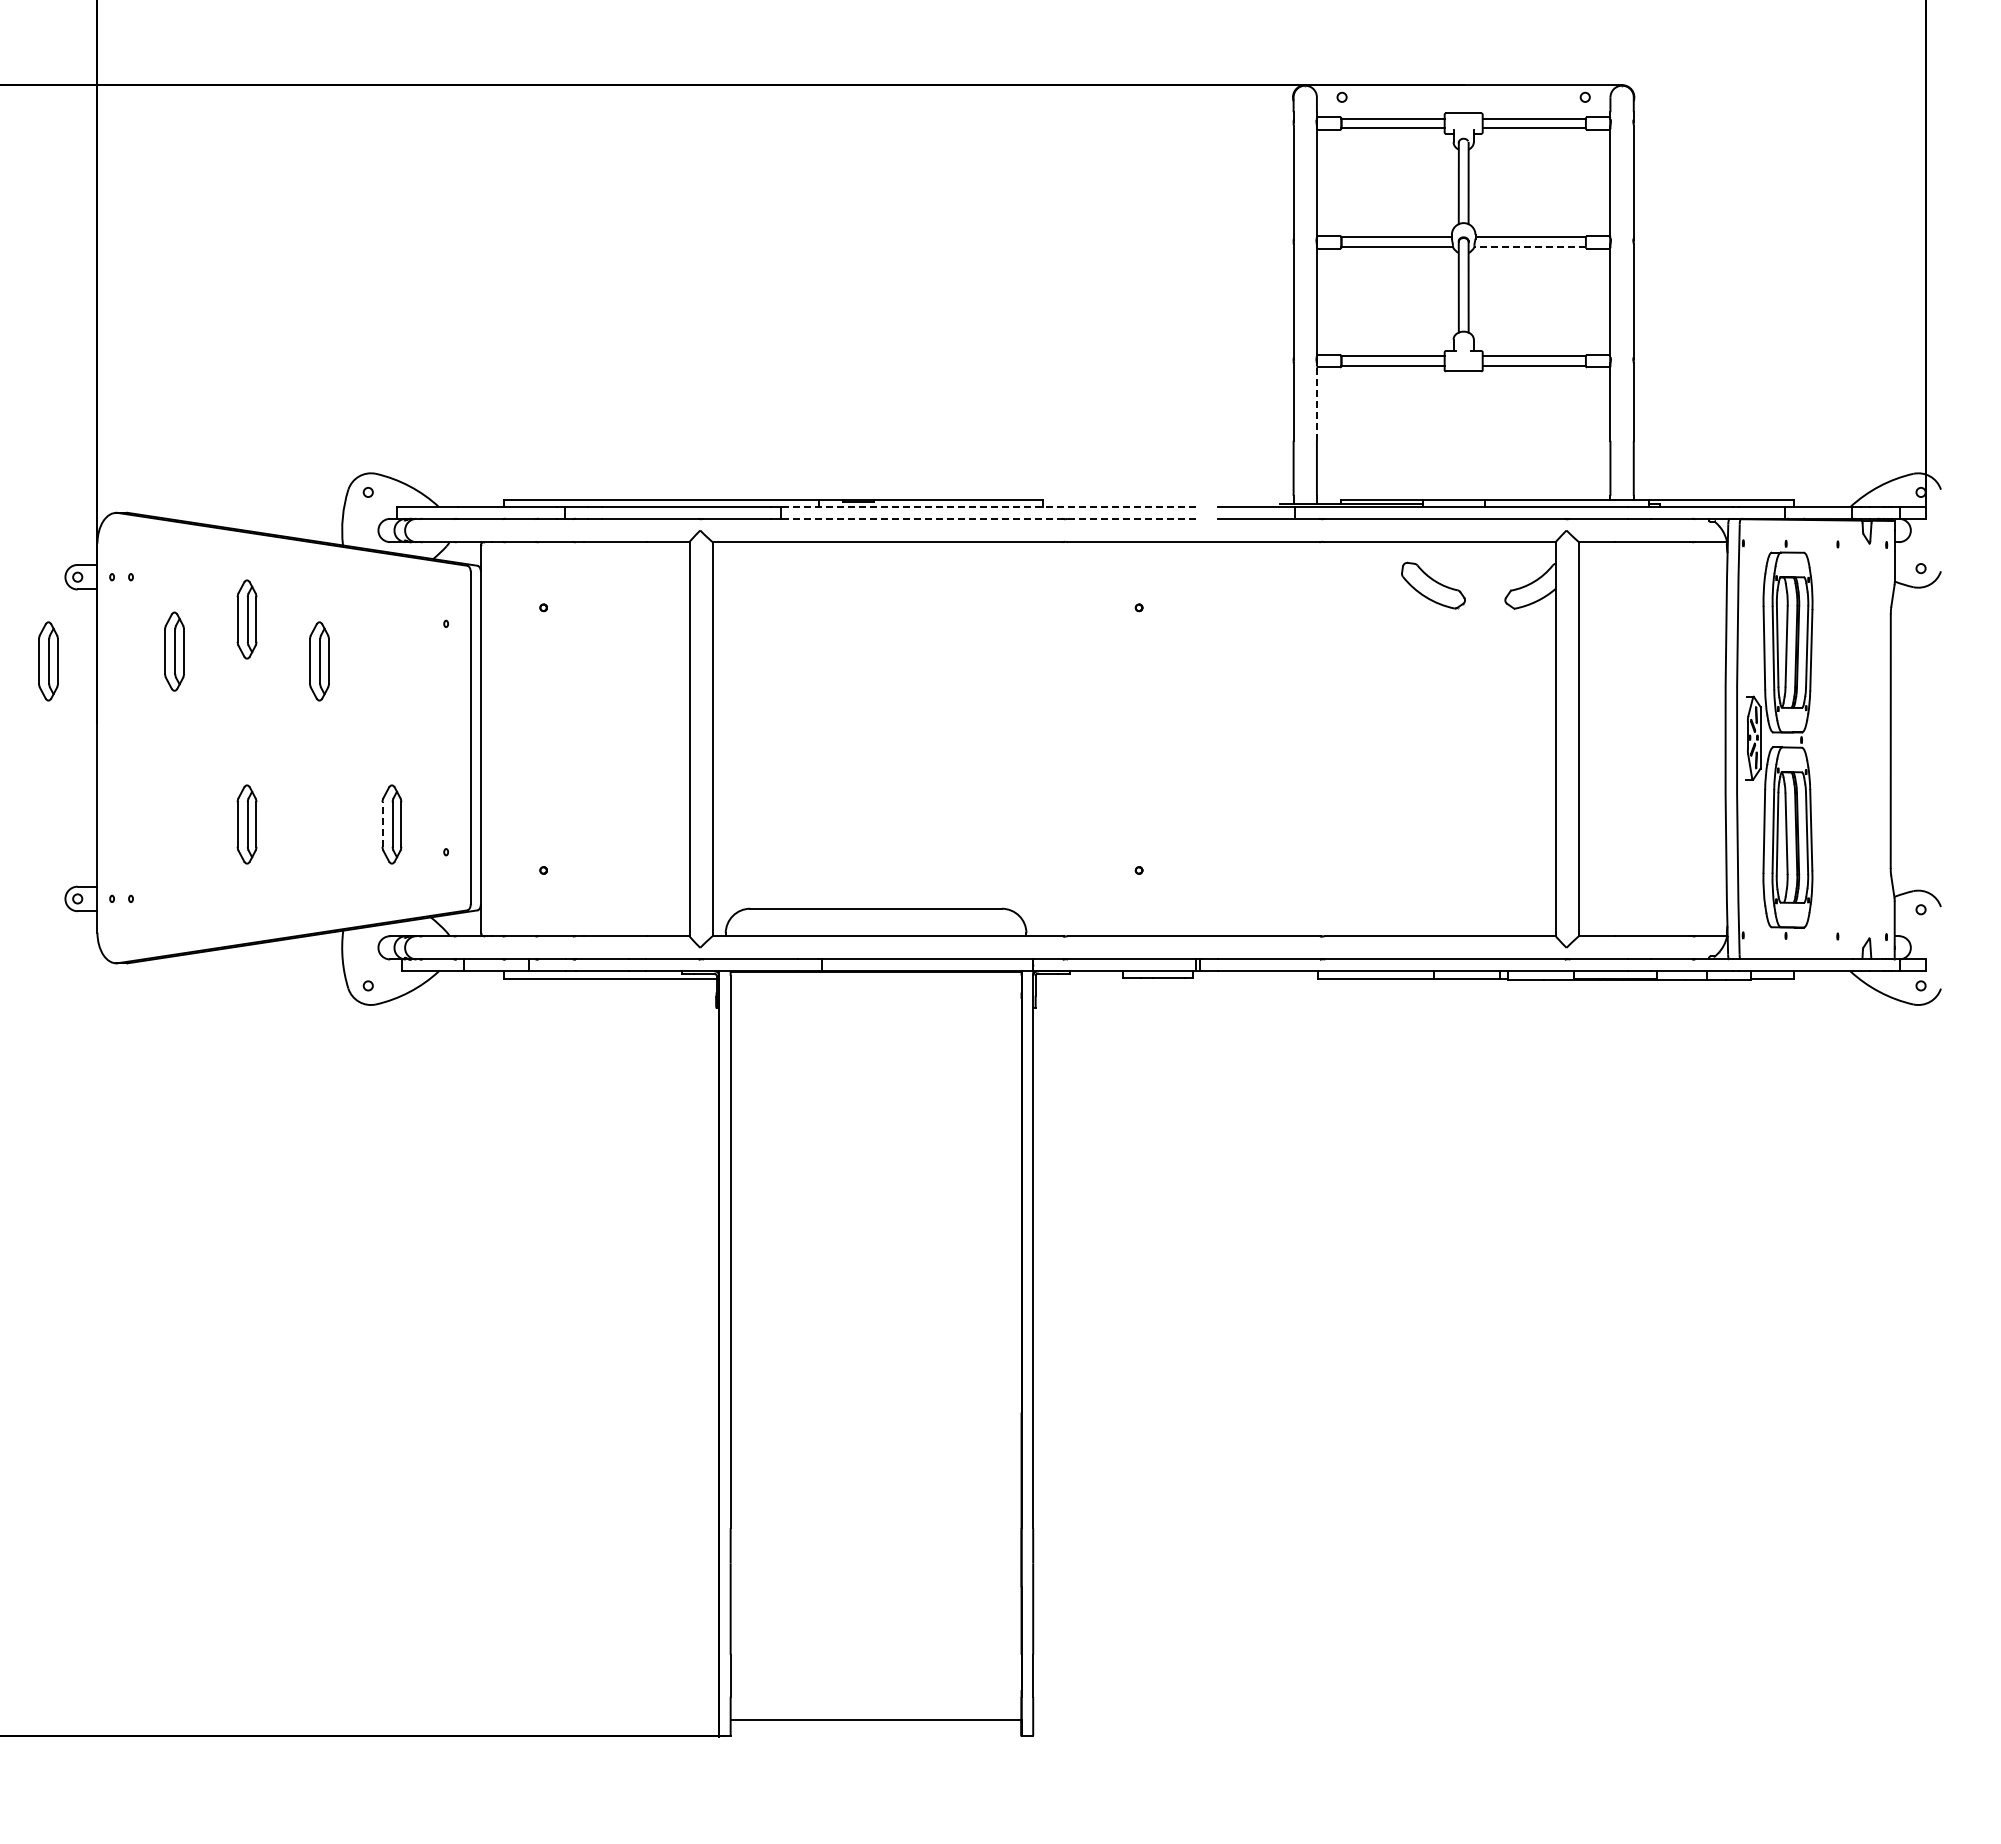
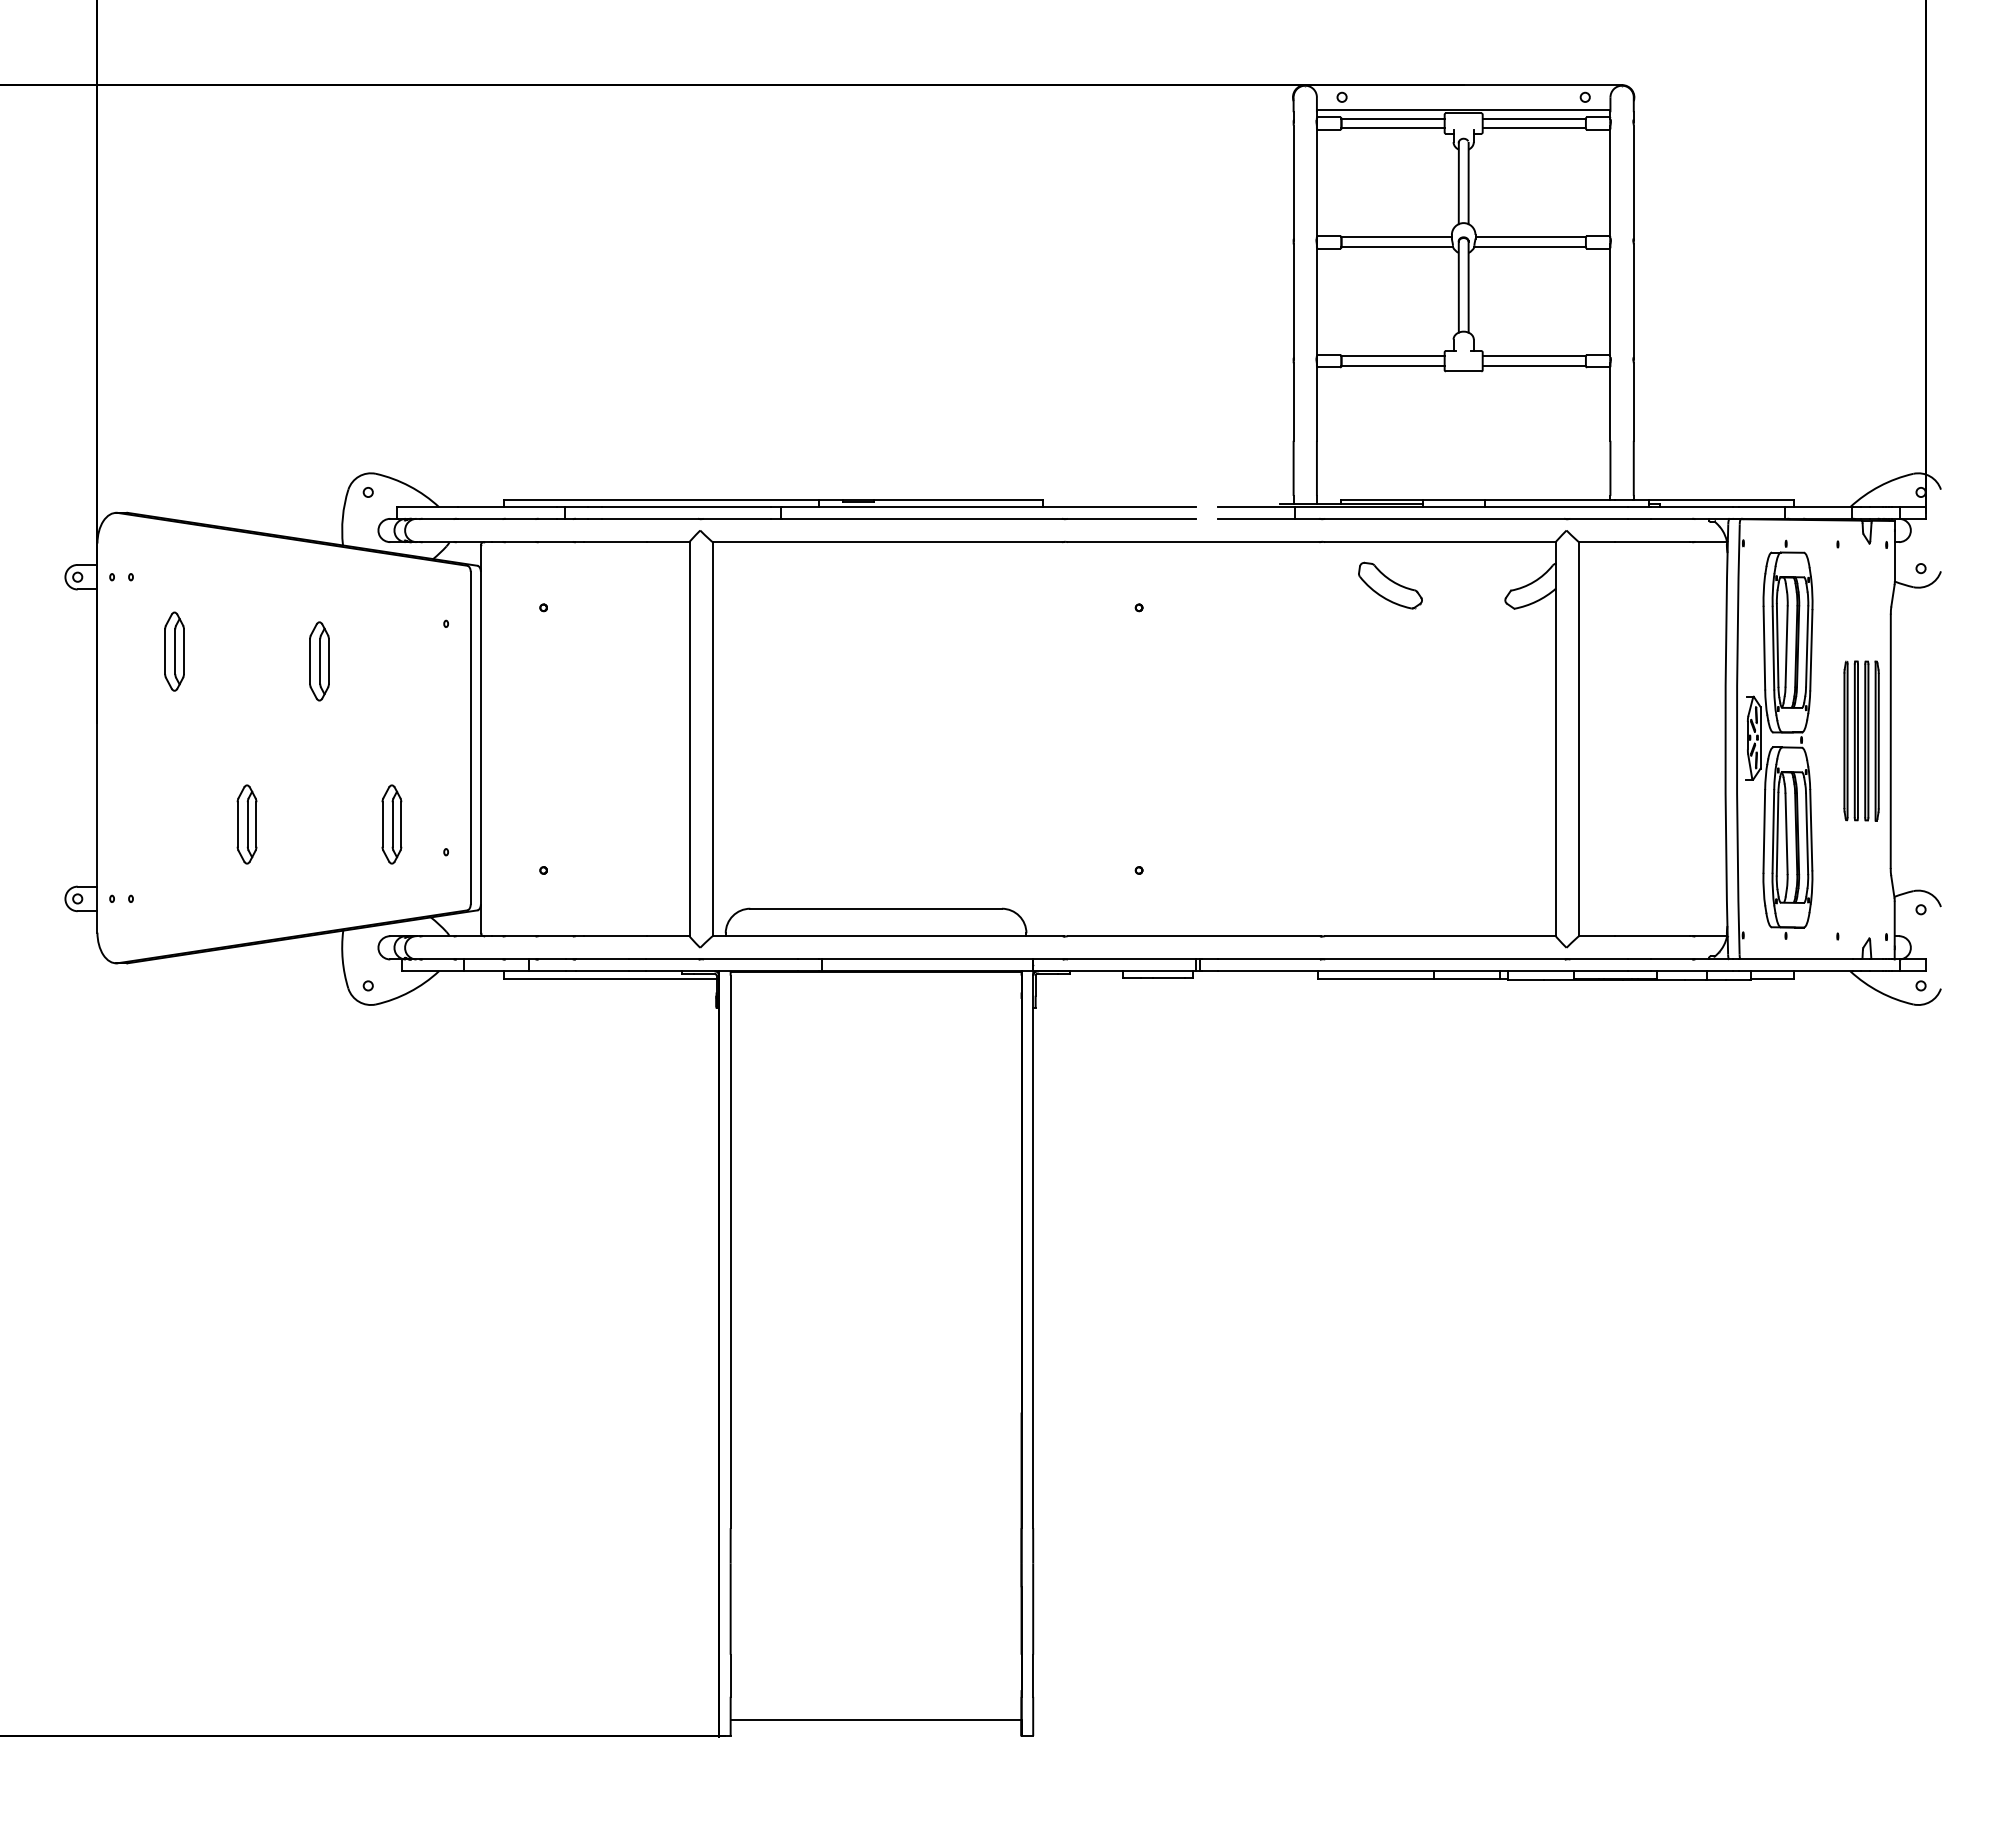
line at (1463, 109): none -> present
line at (1530, 247): dashed -> solid
line at (1316, 402): dashed -> solid
line at (988, 507): dashed -> solid
line at (988, 518): dashed -> solid
part at (1433, 585) position: (1433, 585) -> (1390, 585)
part at (246, 619): present -> none
part at (48, 661): present -> none
part at (1861, 740): none -> present
line at (382, 824): dashed -> solid
